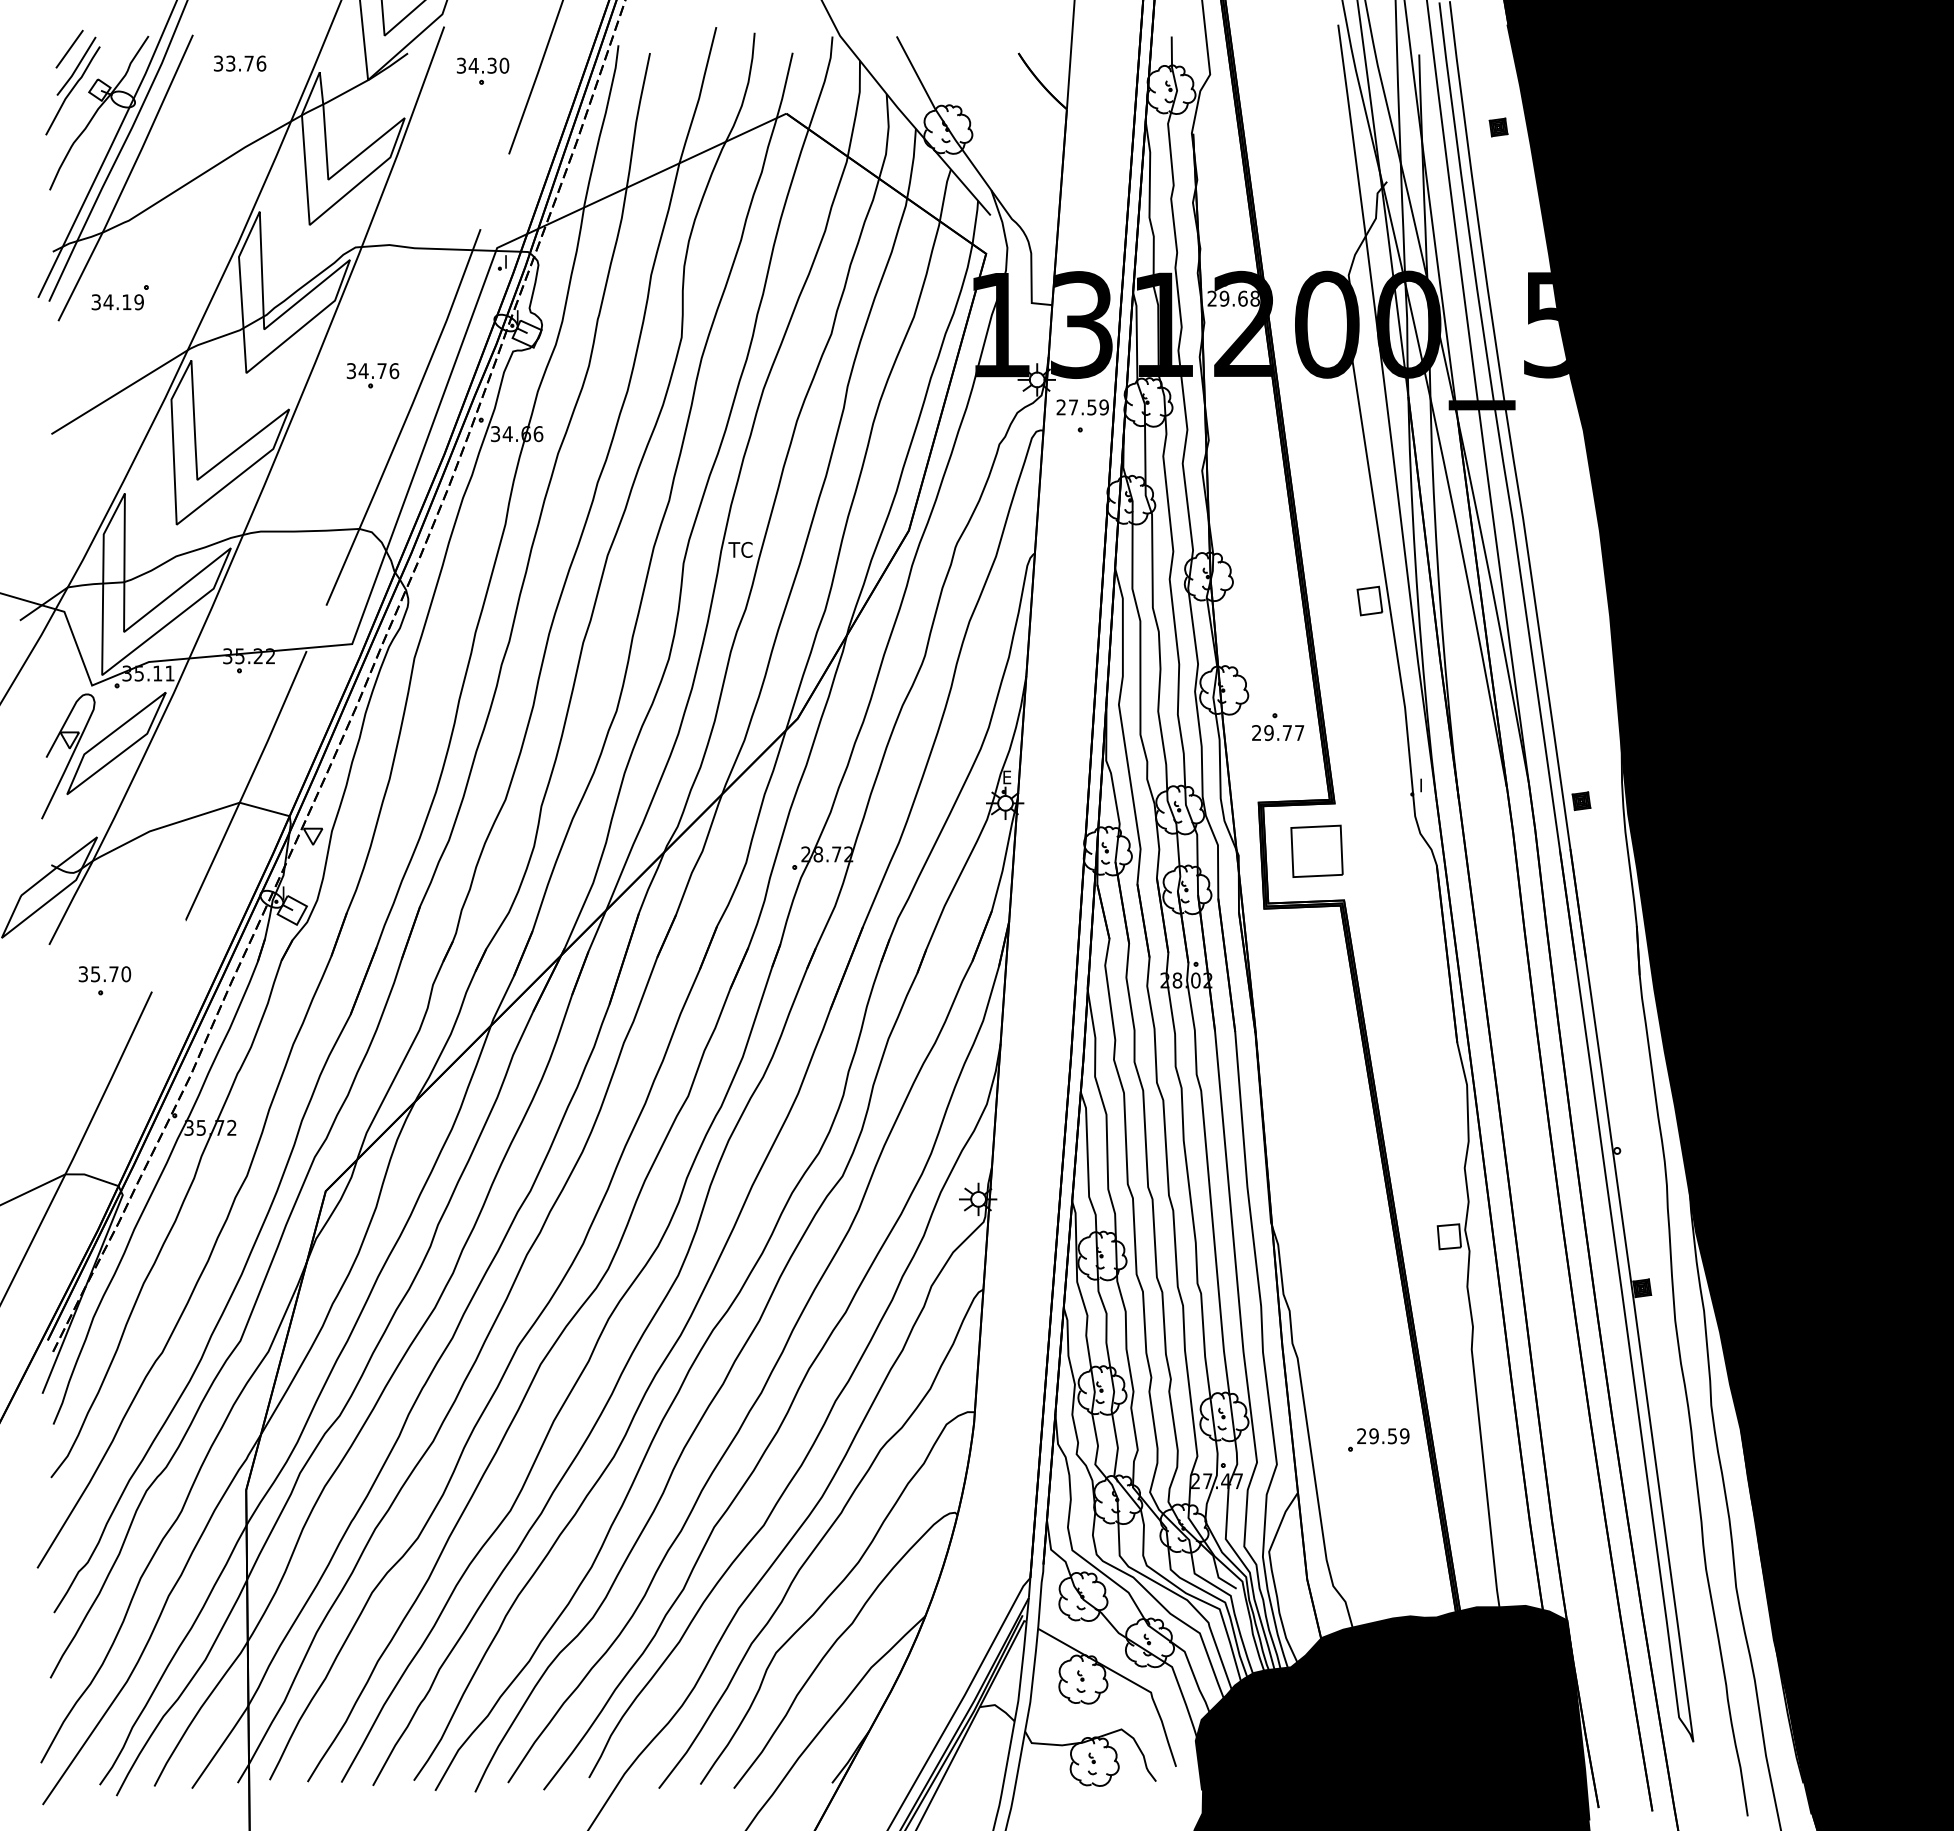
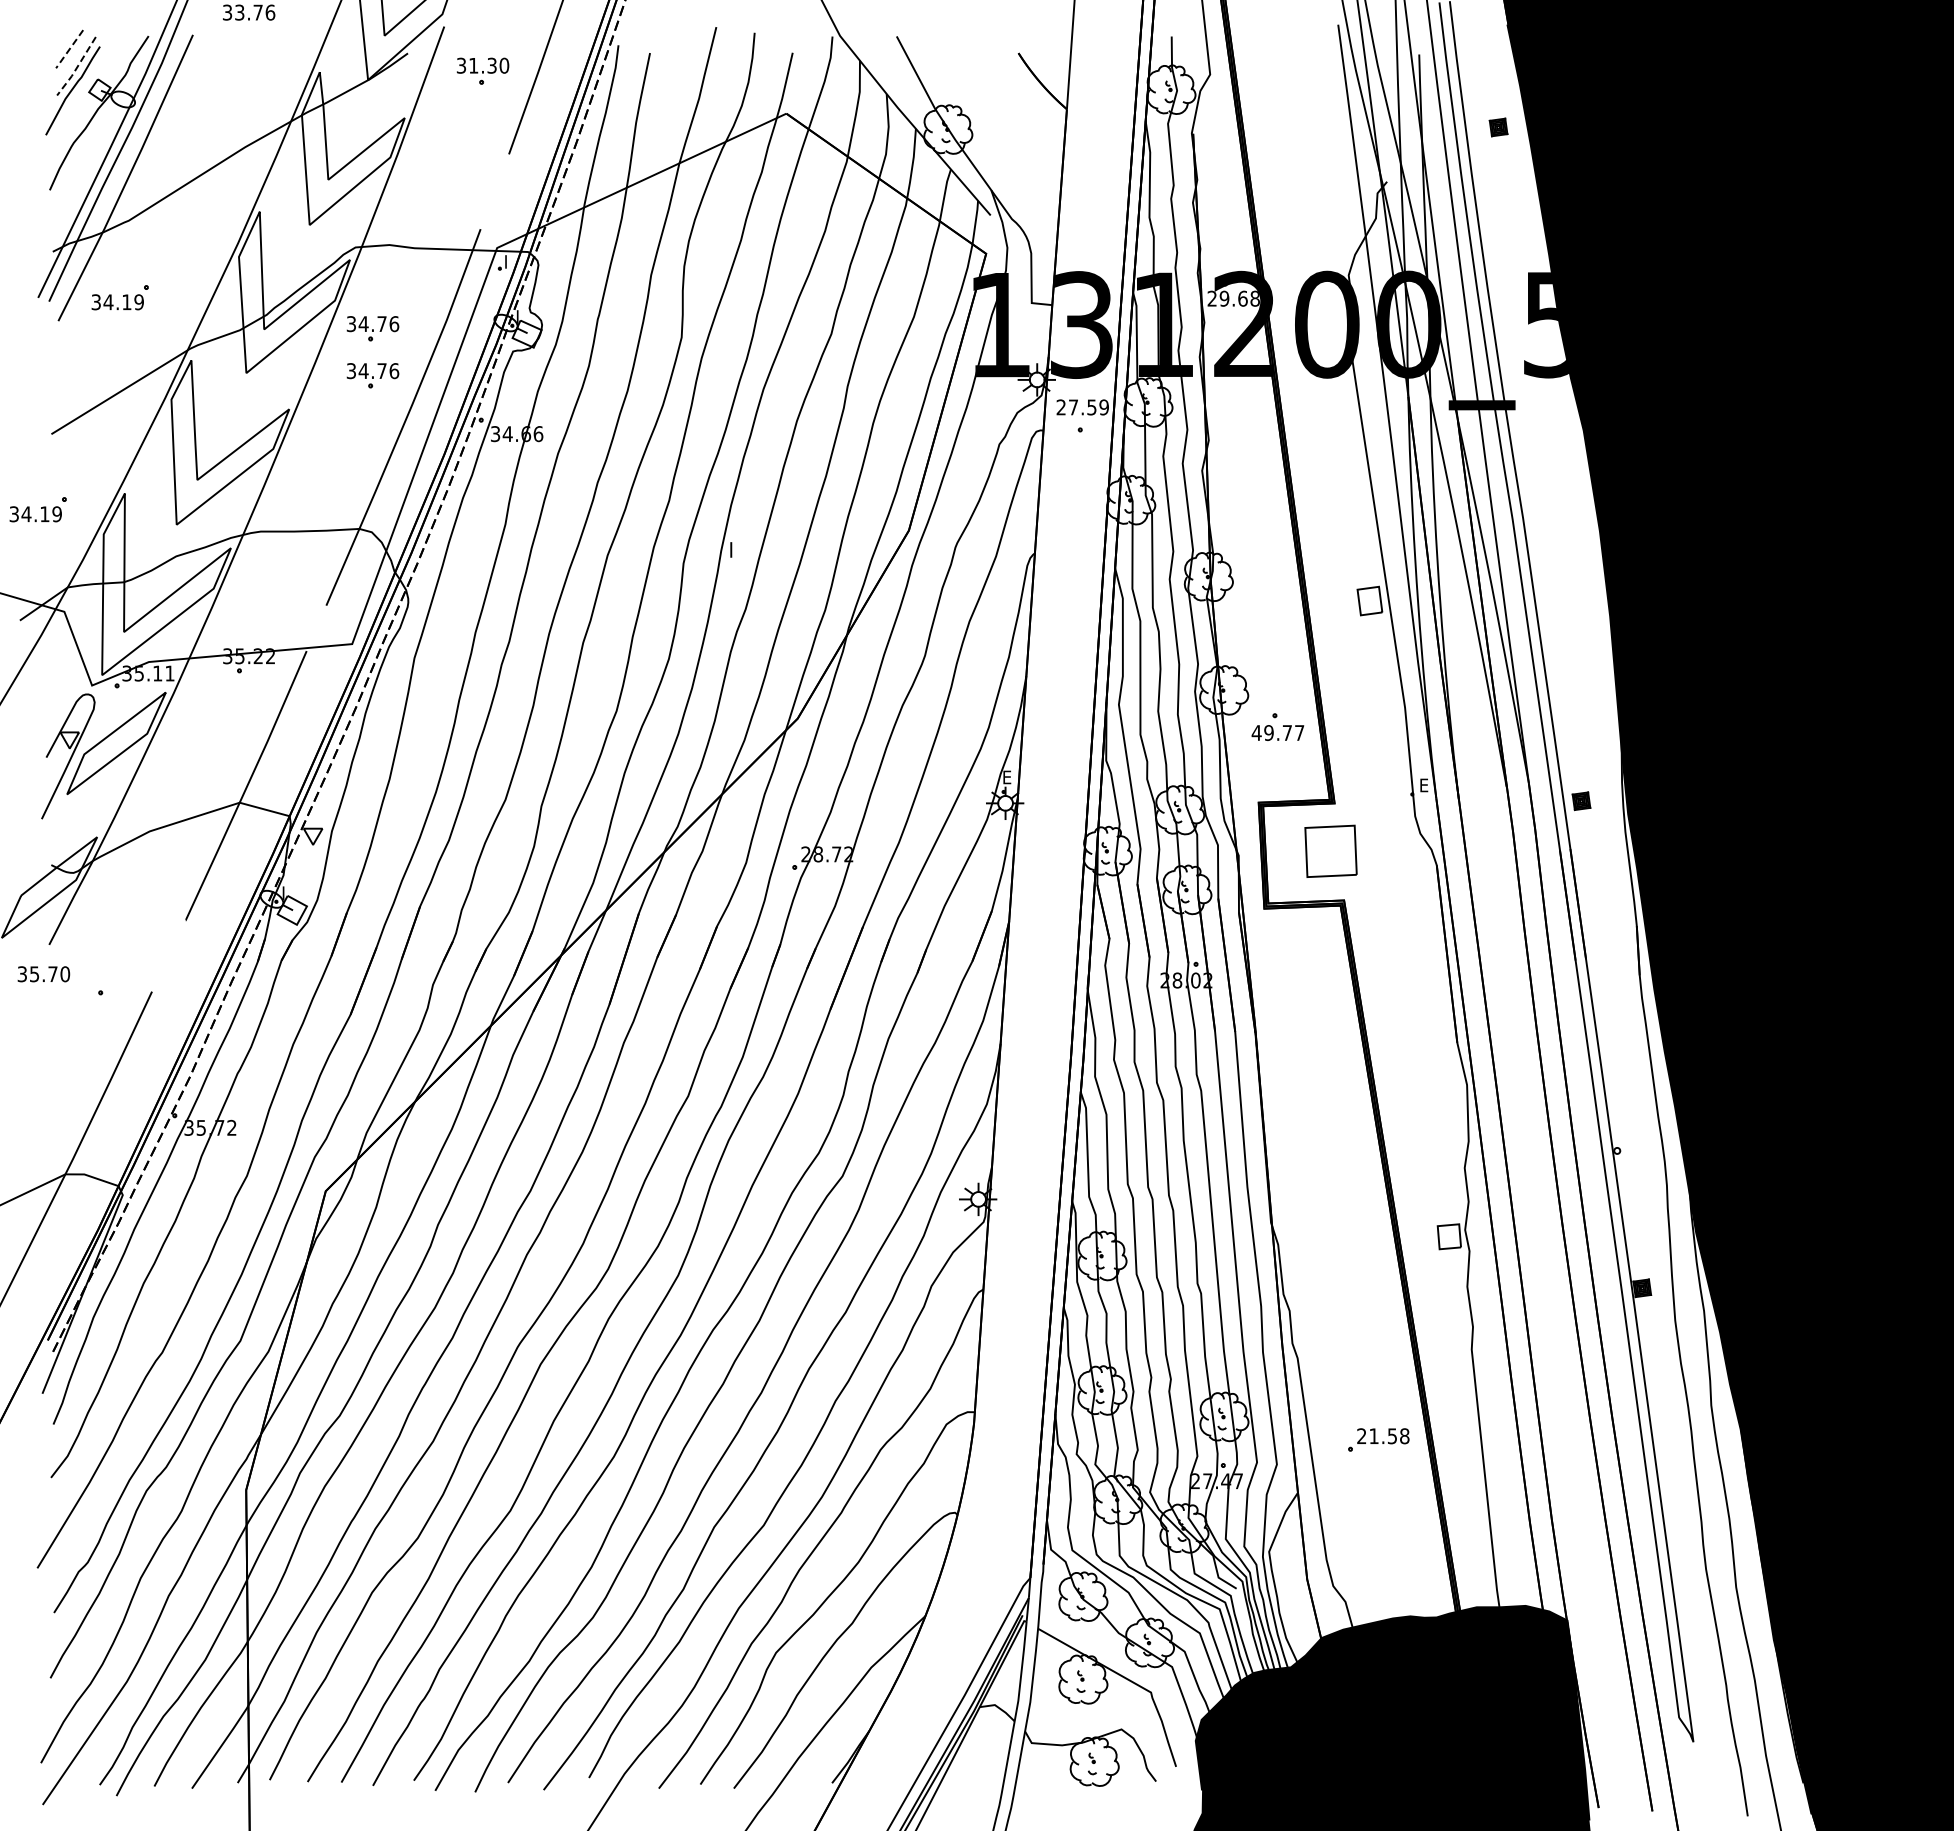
line at (69, 49): solid -> dashed
text at (240, 63) position: (240, 63) -> (249, 12)
text at (473, 65): 34.30 -> 31.30
line at (77, 67): solid -> dashed
part at (372, 328): none -> present
part at (37, 509): none -> present
text at (740, 549): TC -> I
text at (1256, 732): 29.77 -> 49.77
text at (1425, 785): I -> E
part at (1316, 850) position: (1316, 850) -> (1330, 850)
text at (104, 974) position: (104, 974) -> (43, 974)
text at (1389, 1436): 29.59 -> 21.58
